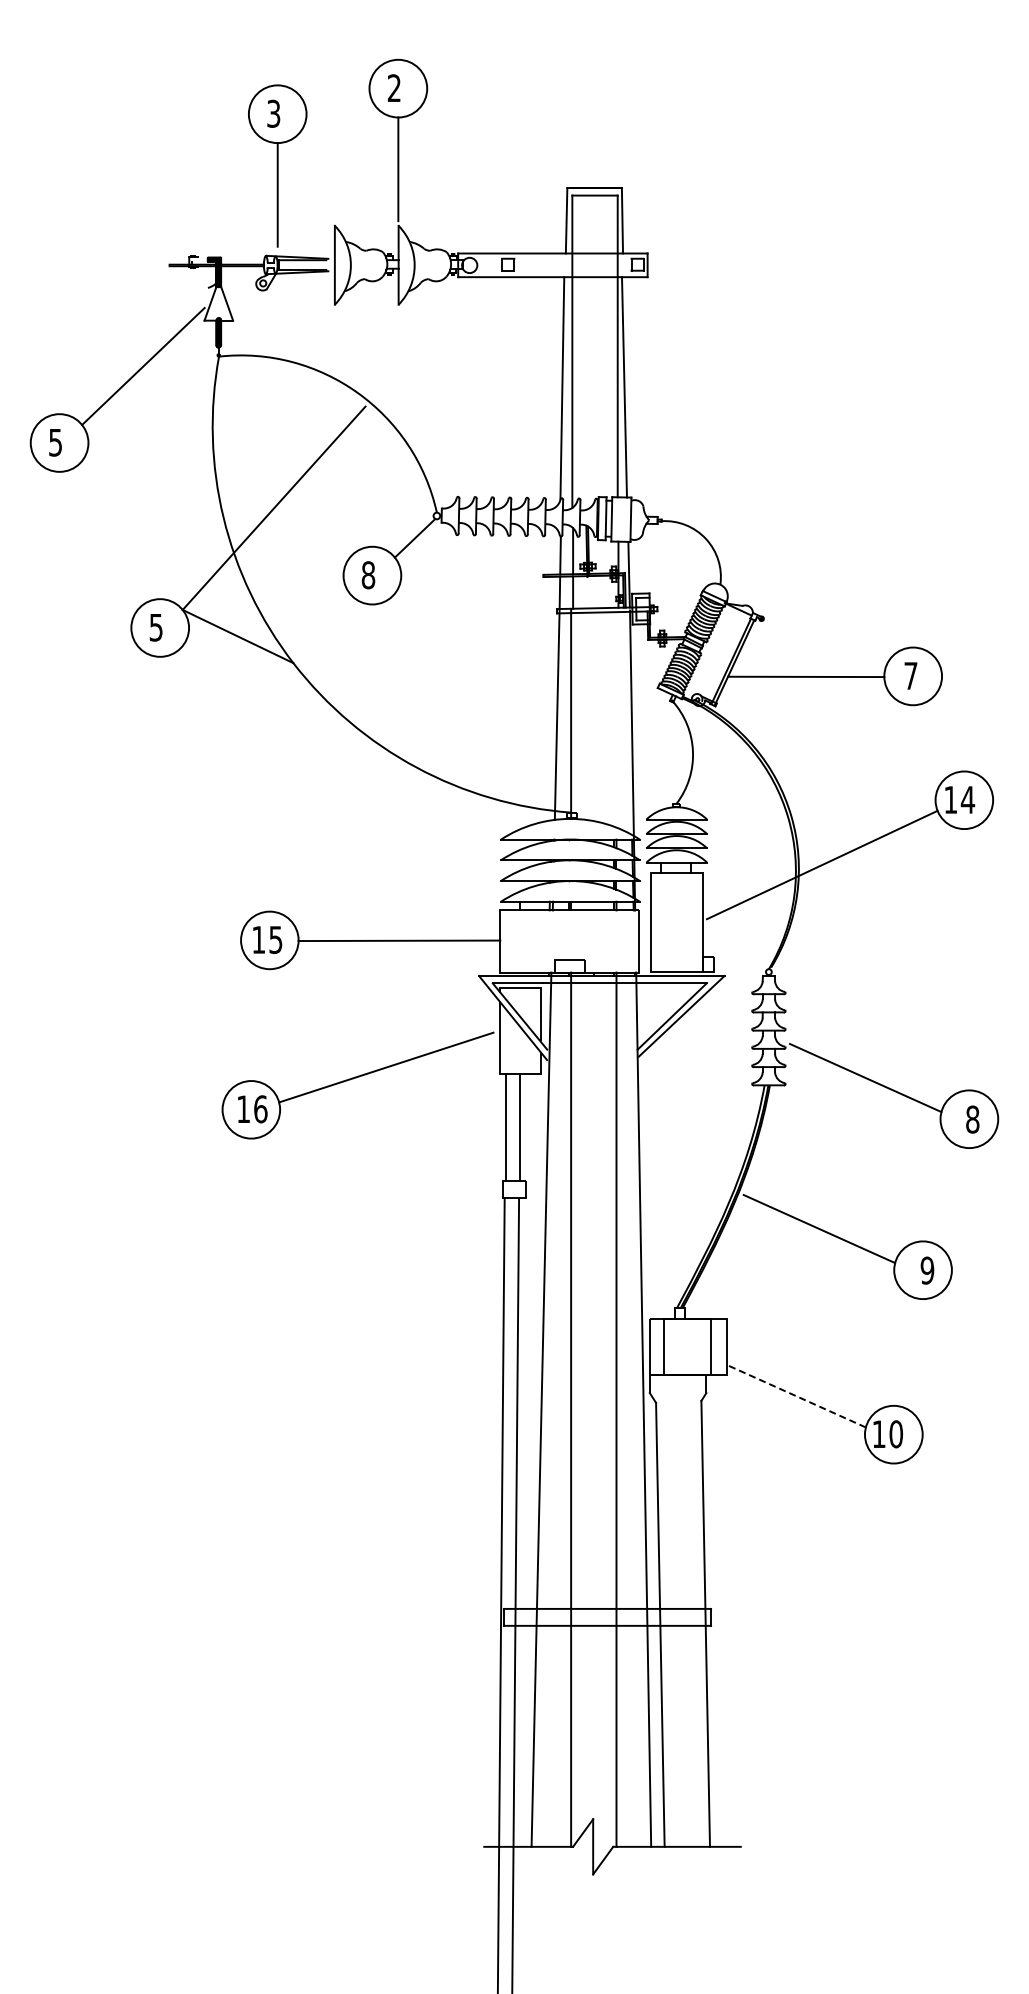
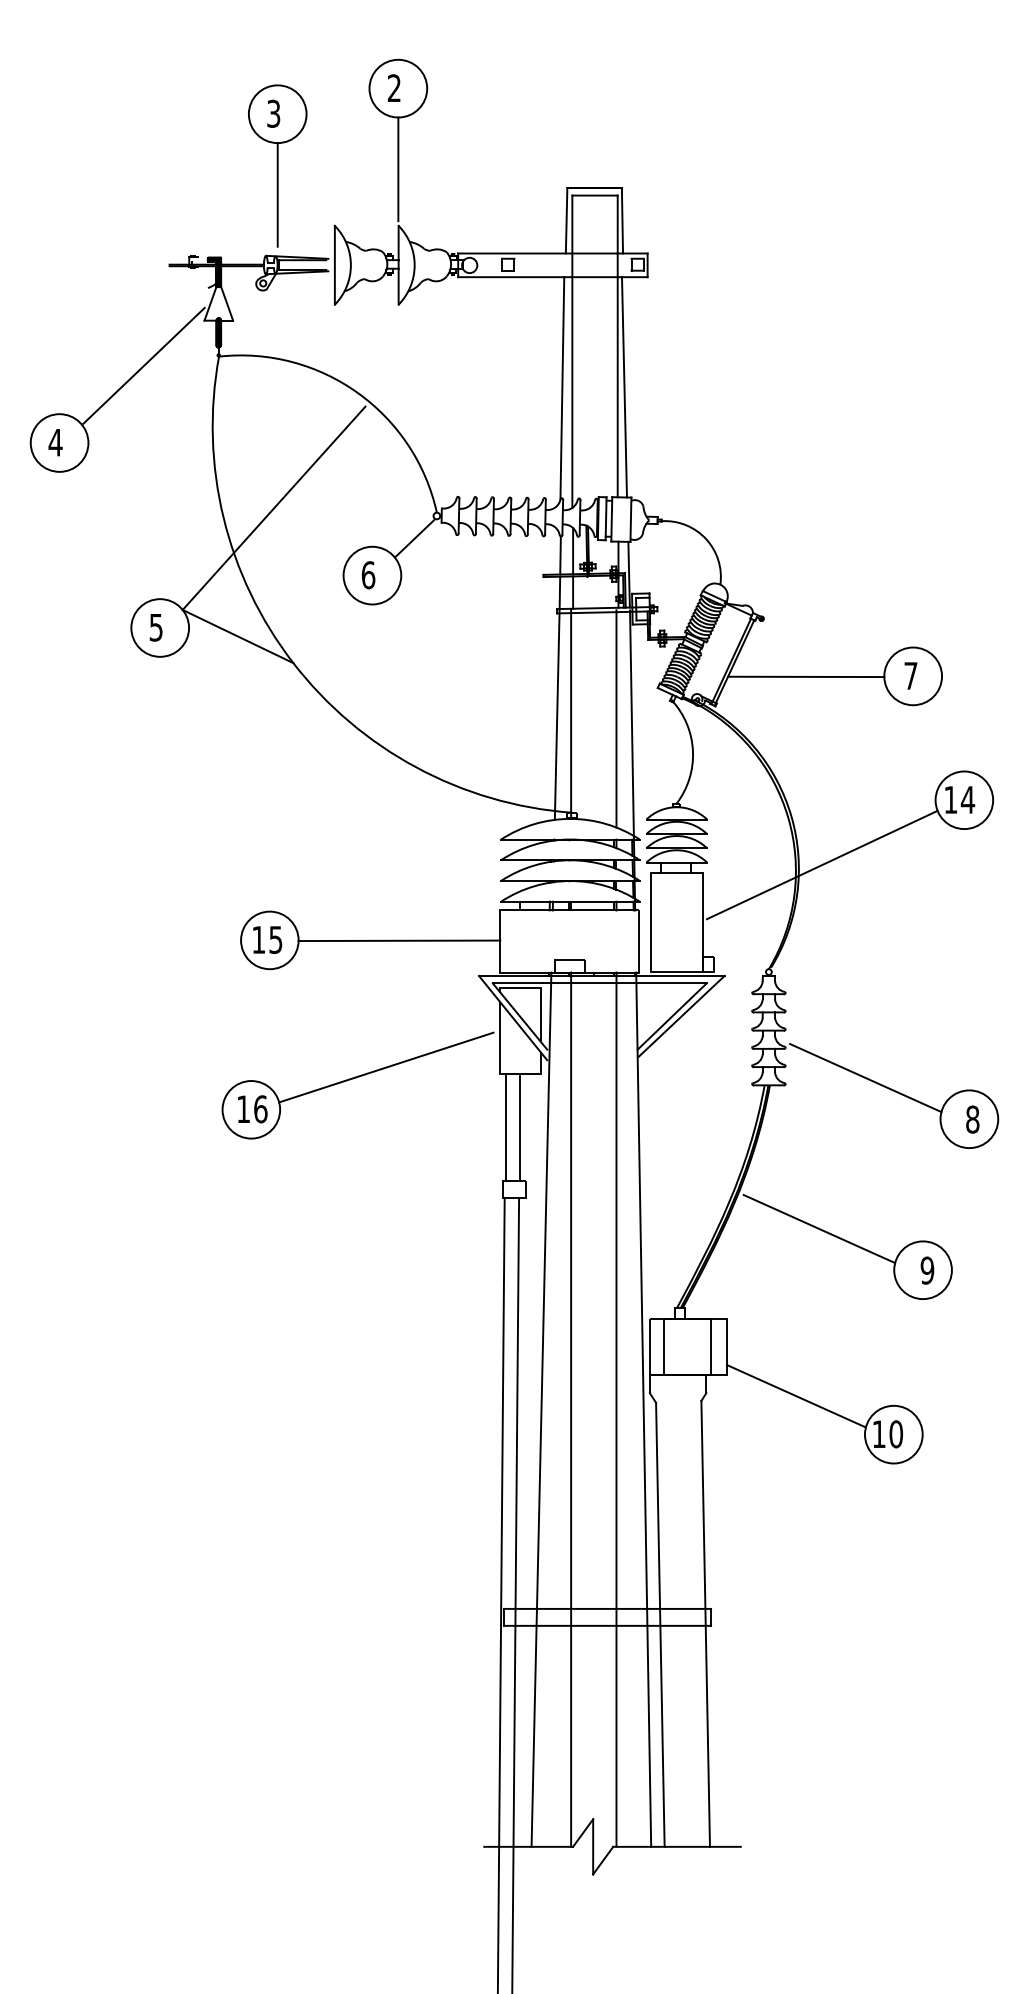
text at (55, 442): 5 -> 4
text at (368, 575): 8 -> 6
line at (616, 718): none -> present
line at (796, 1396): dashed -> solid
